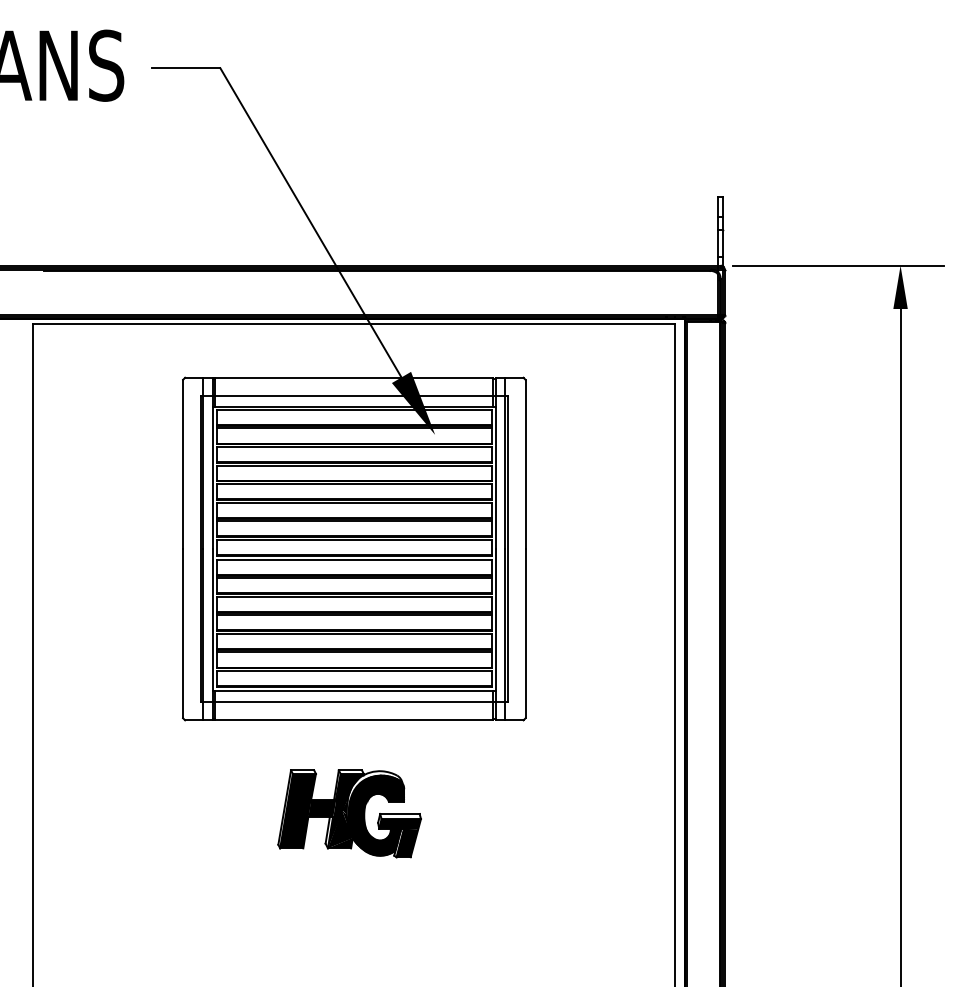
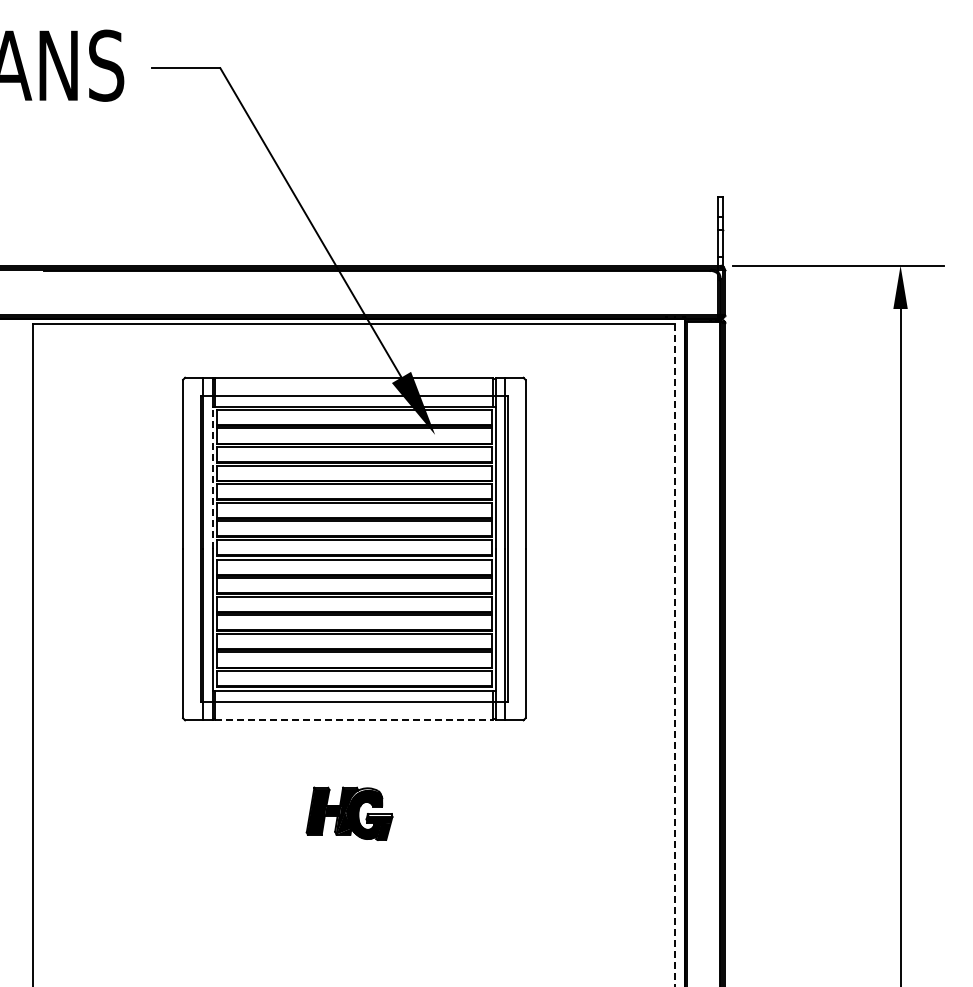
line at (212, 478): solid -> dashed
line at (675, 656): solid -> dashed
line at (354, 720): solid -> dashed
part at (349, 813) size: 145x90 px -> 89x55 px
